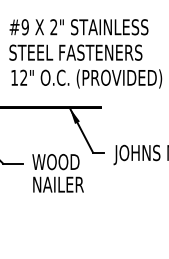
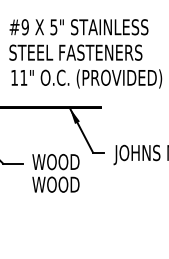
text at (53, 27): 2" -> 5"
text at (23, 77): 12" -> 11"
text at (57, 184): NAILER -> WOOD
